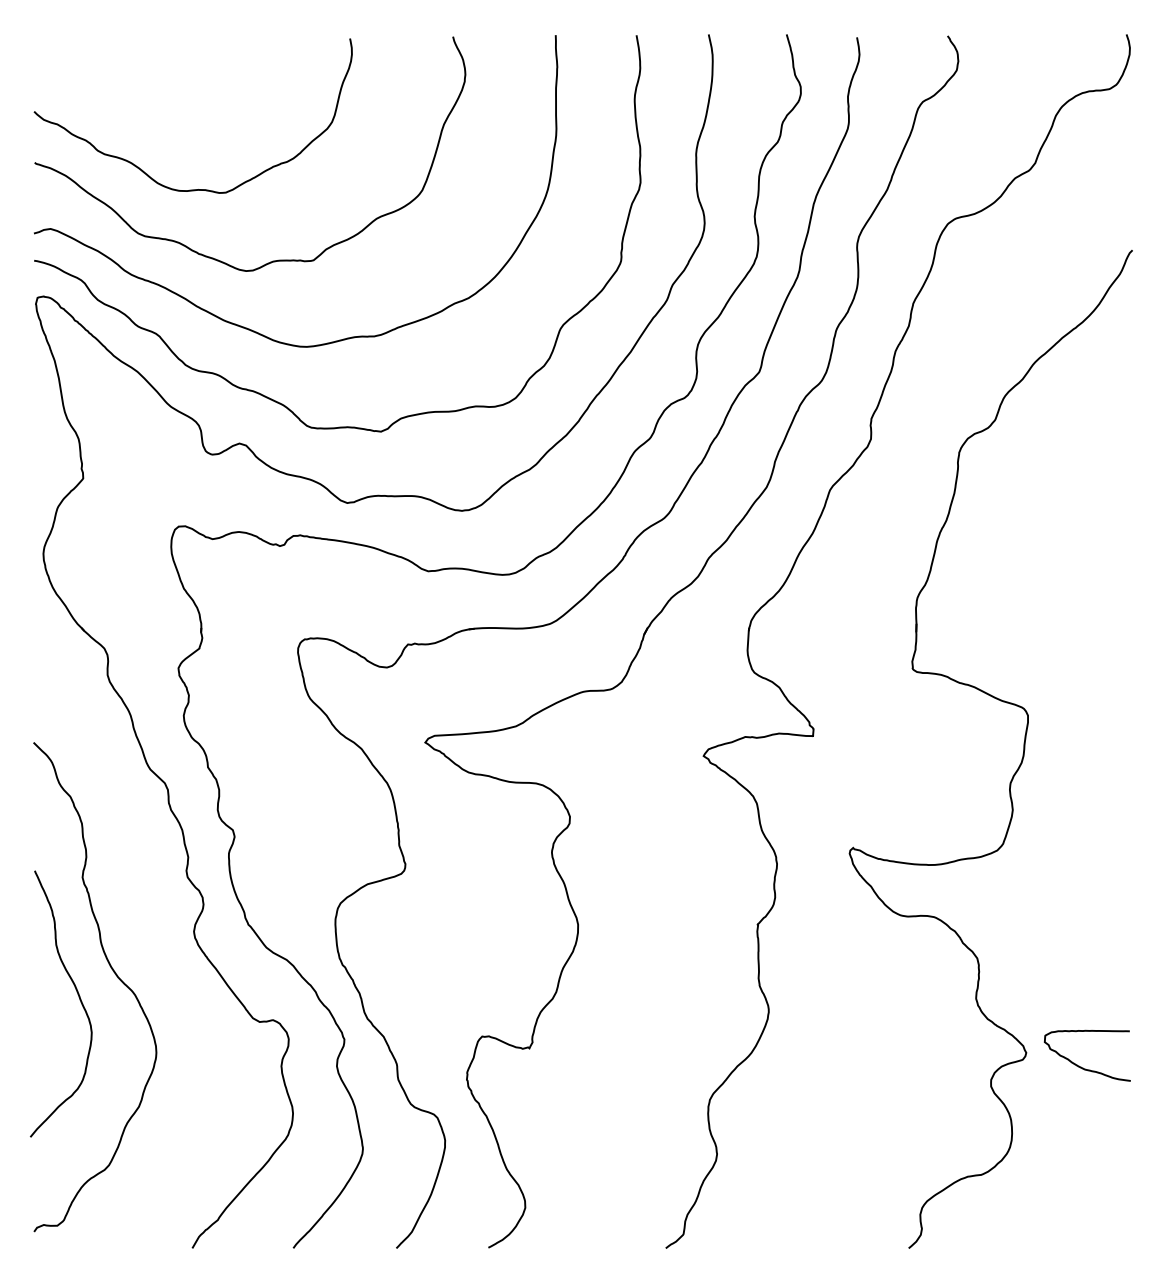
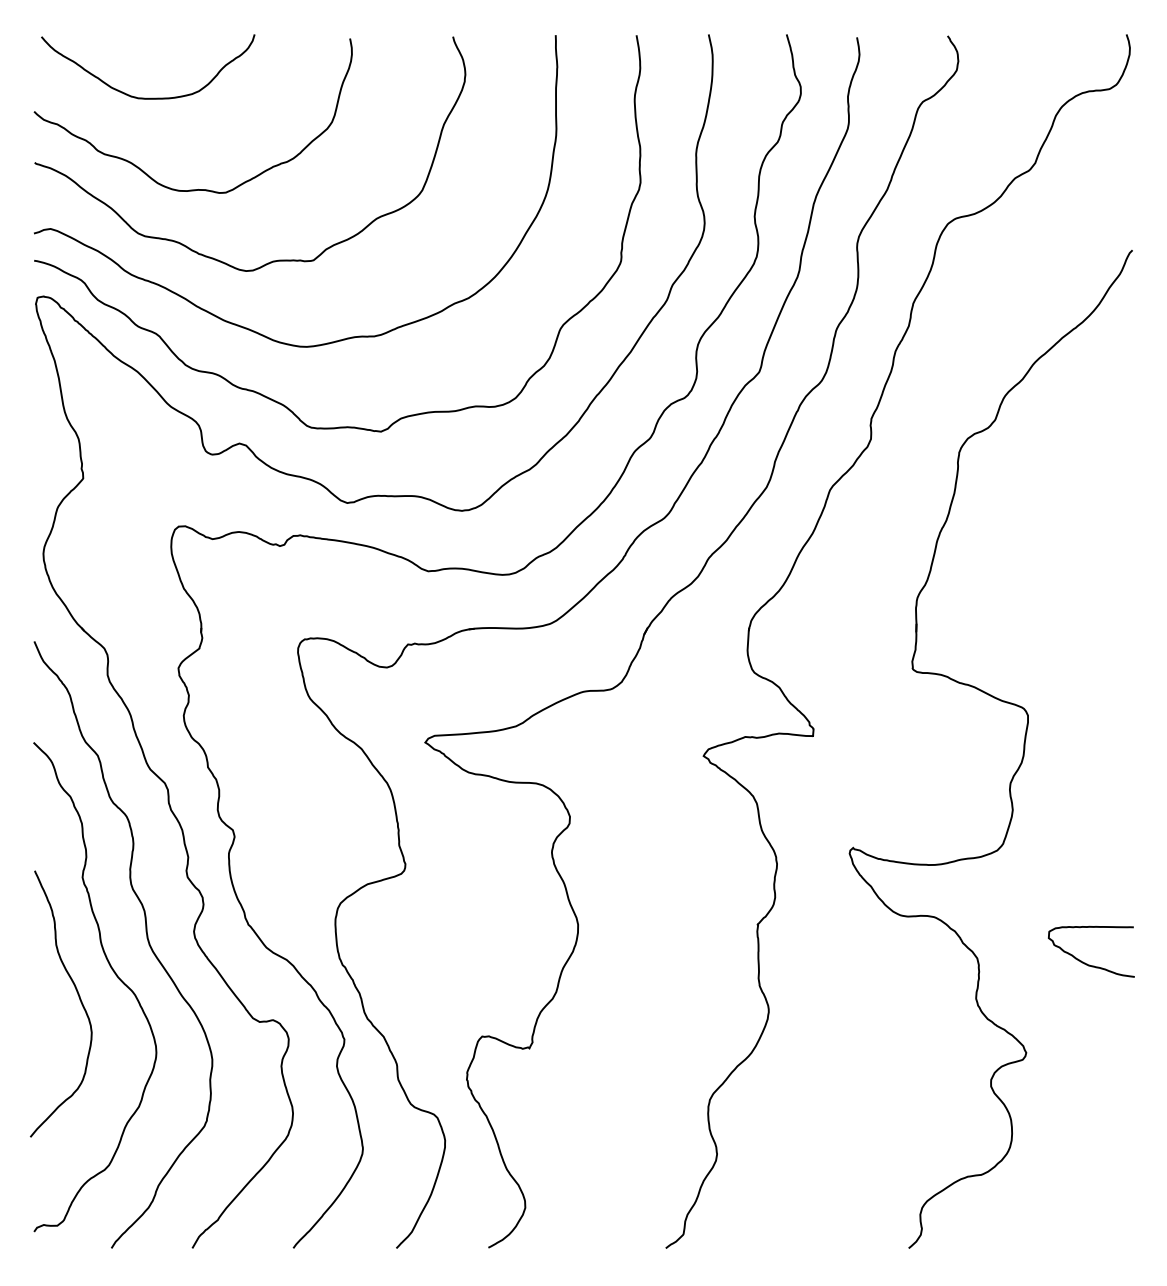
curve at (148, 97): none -> present
curve at (146, 938): none -> present
curve at (1081, 1066) position: (1081, 1066) -> (1085, 962)
